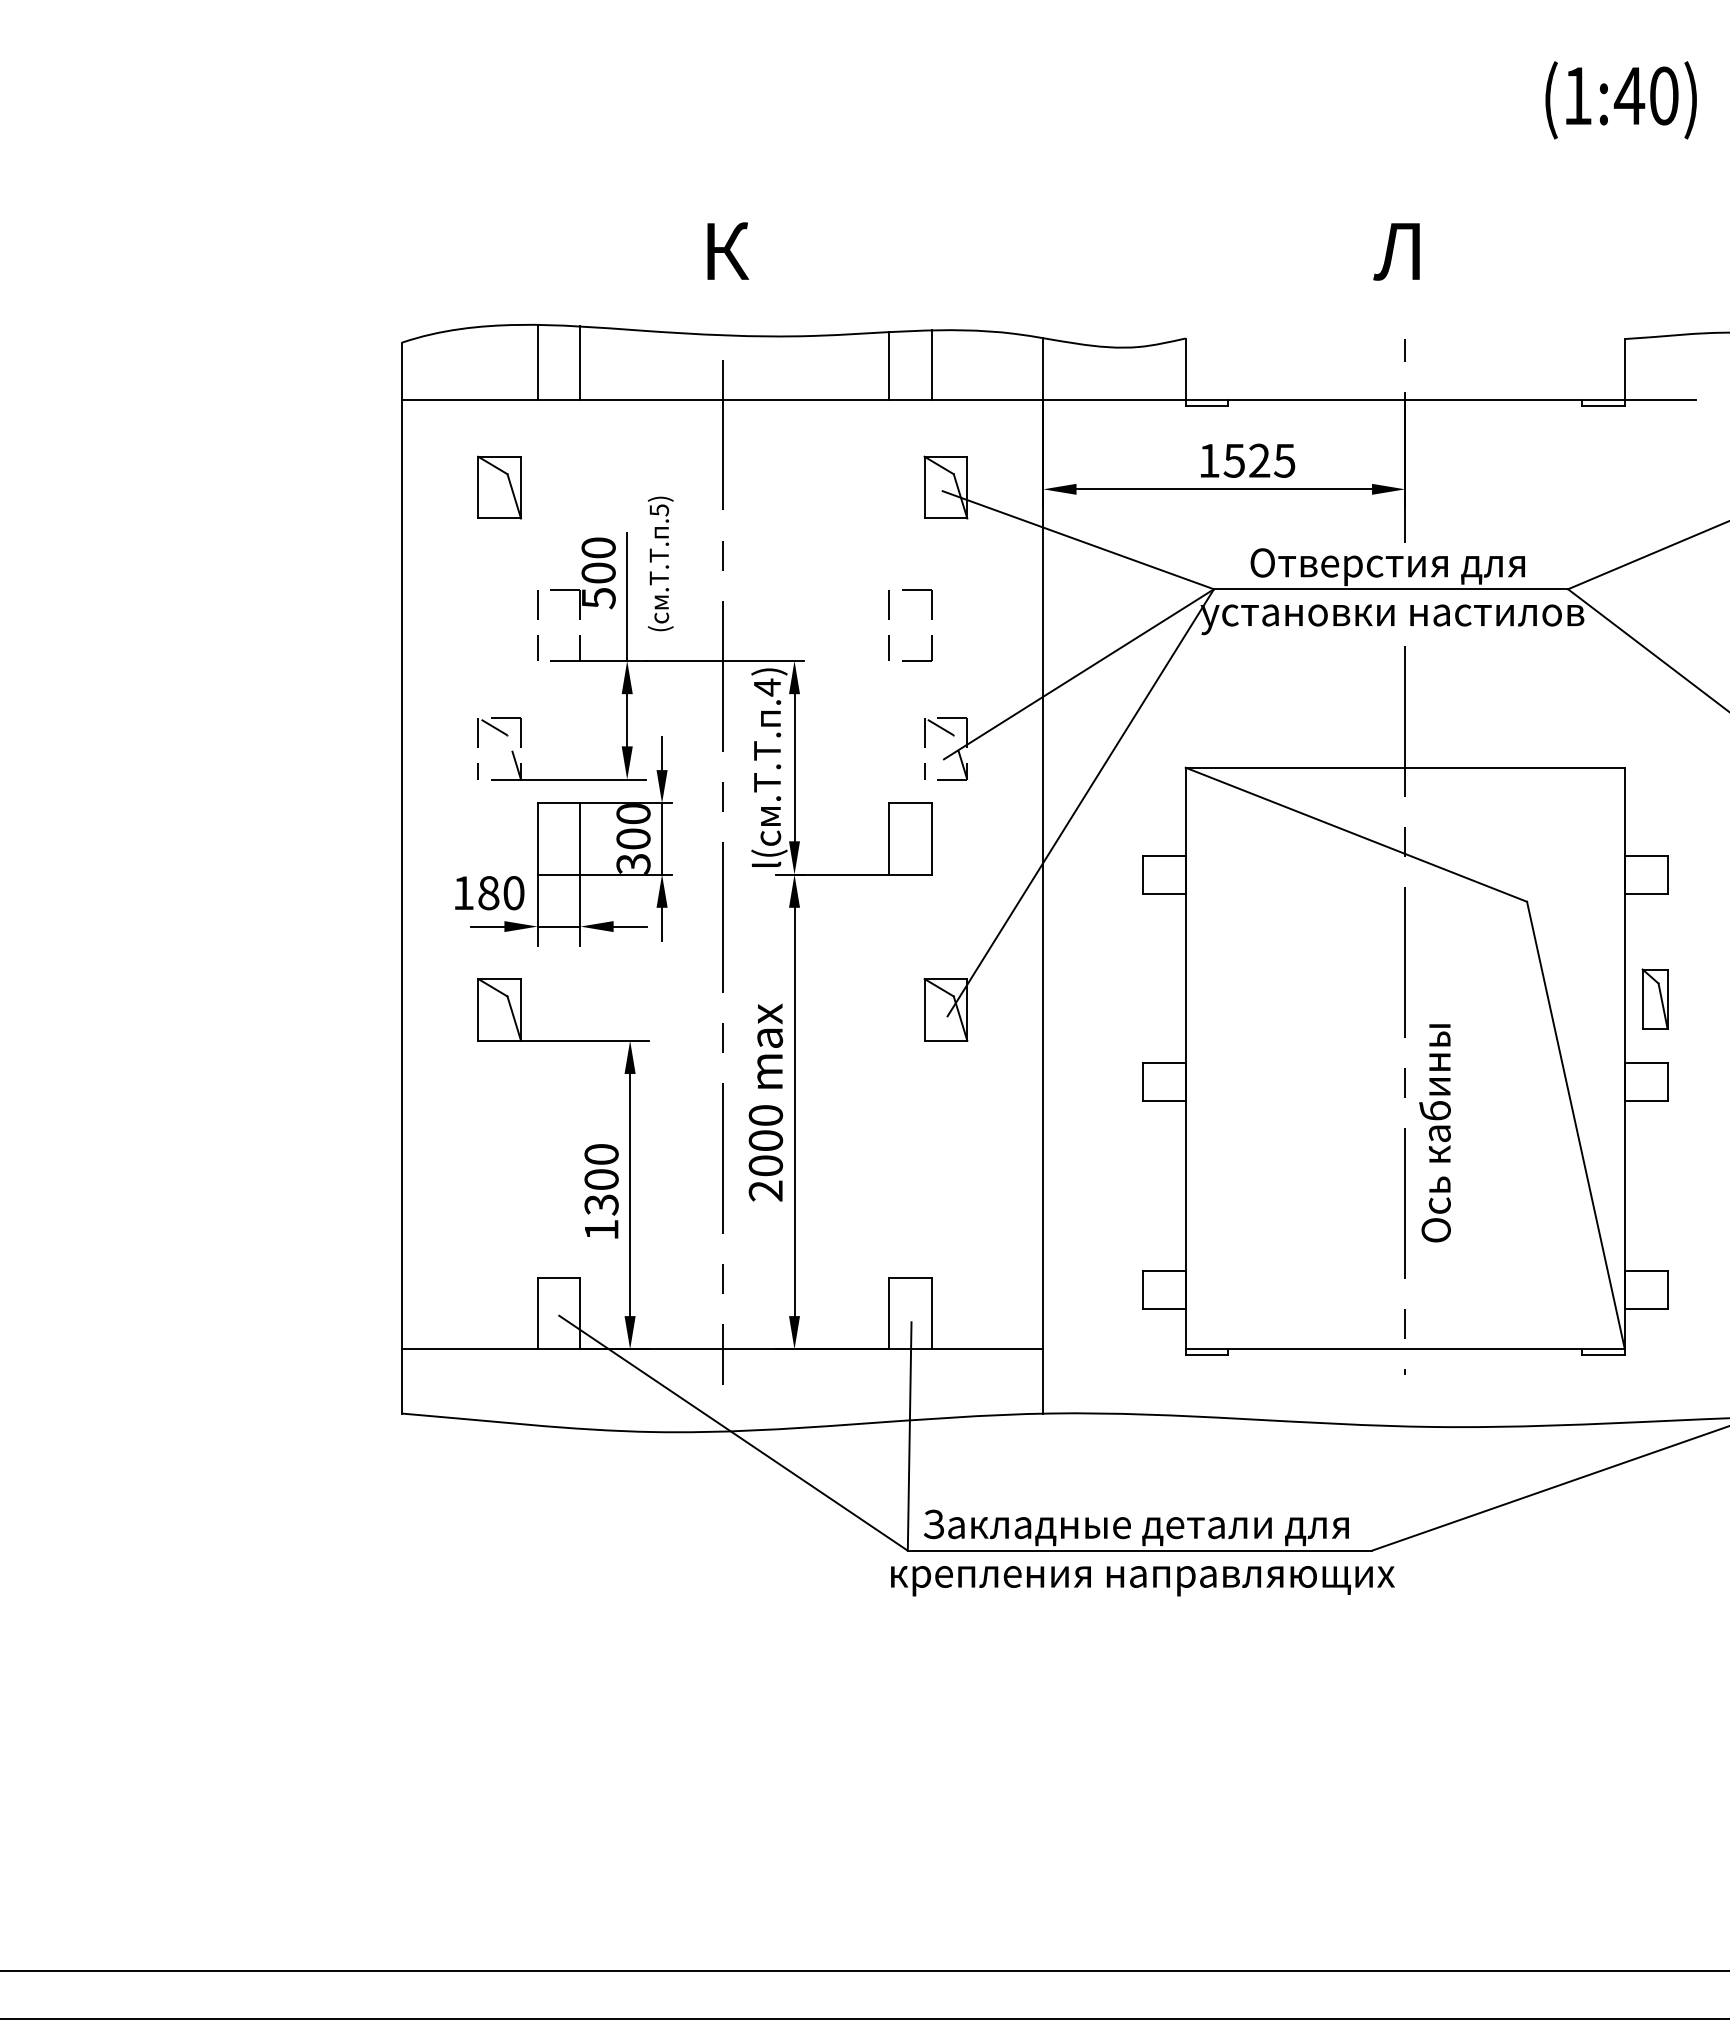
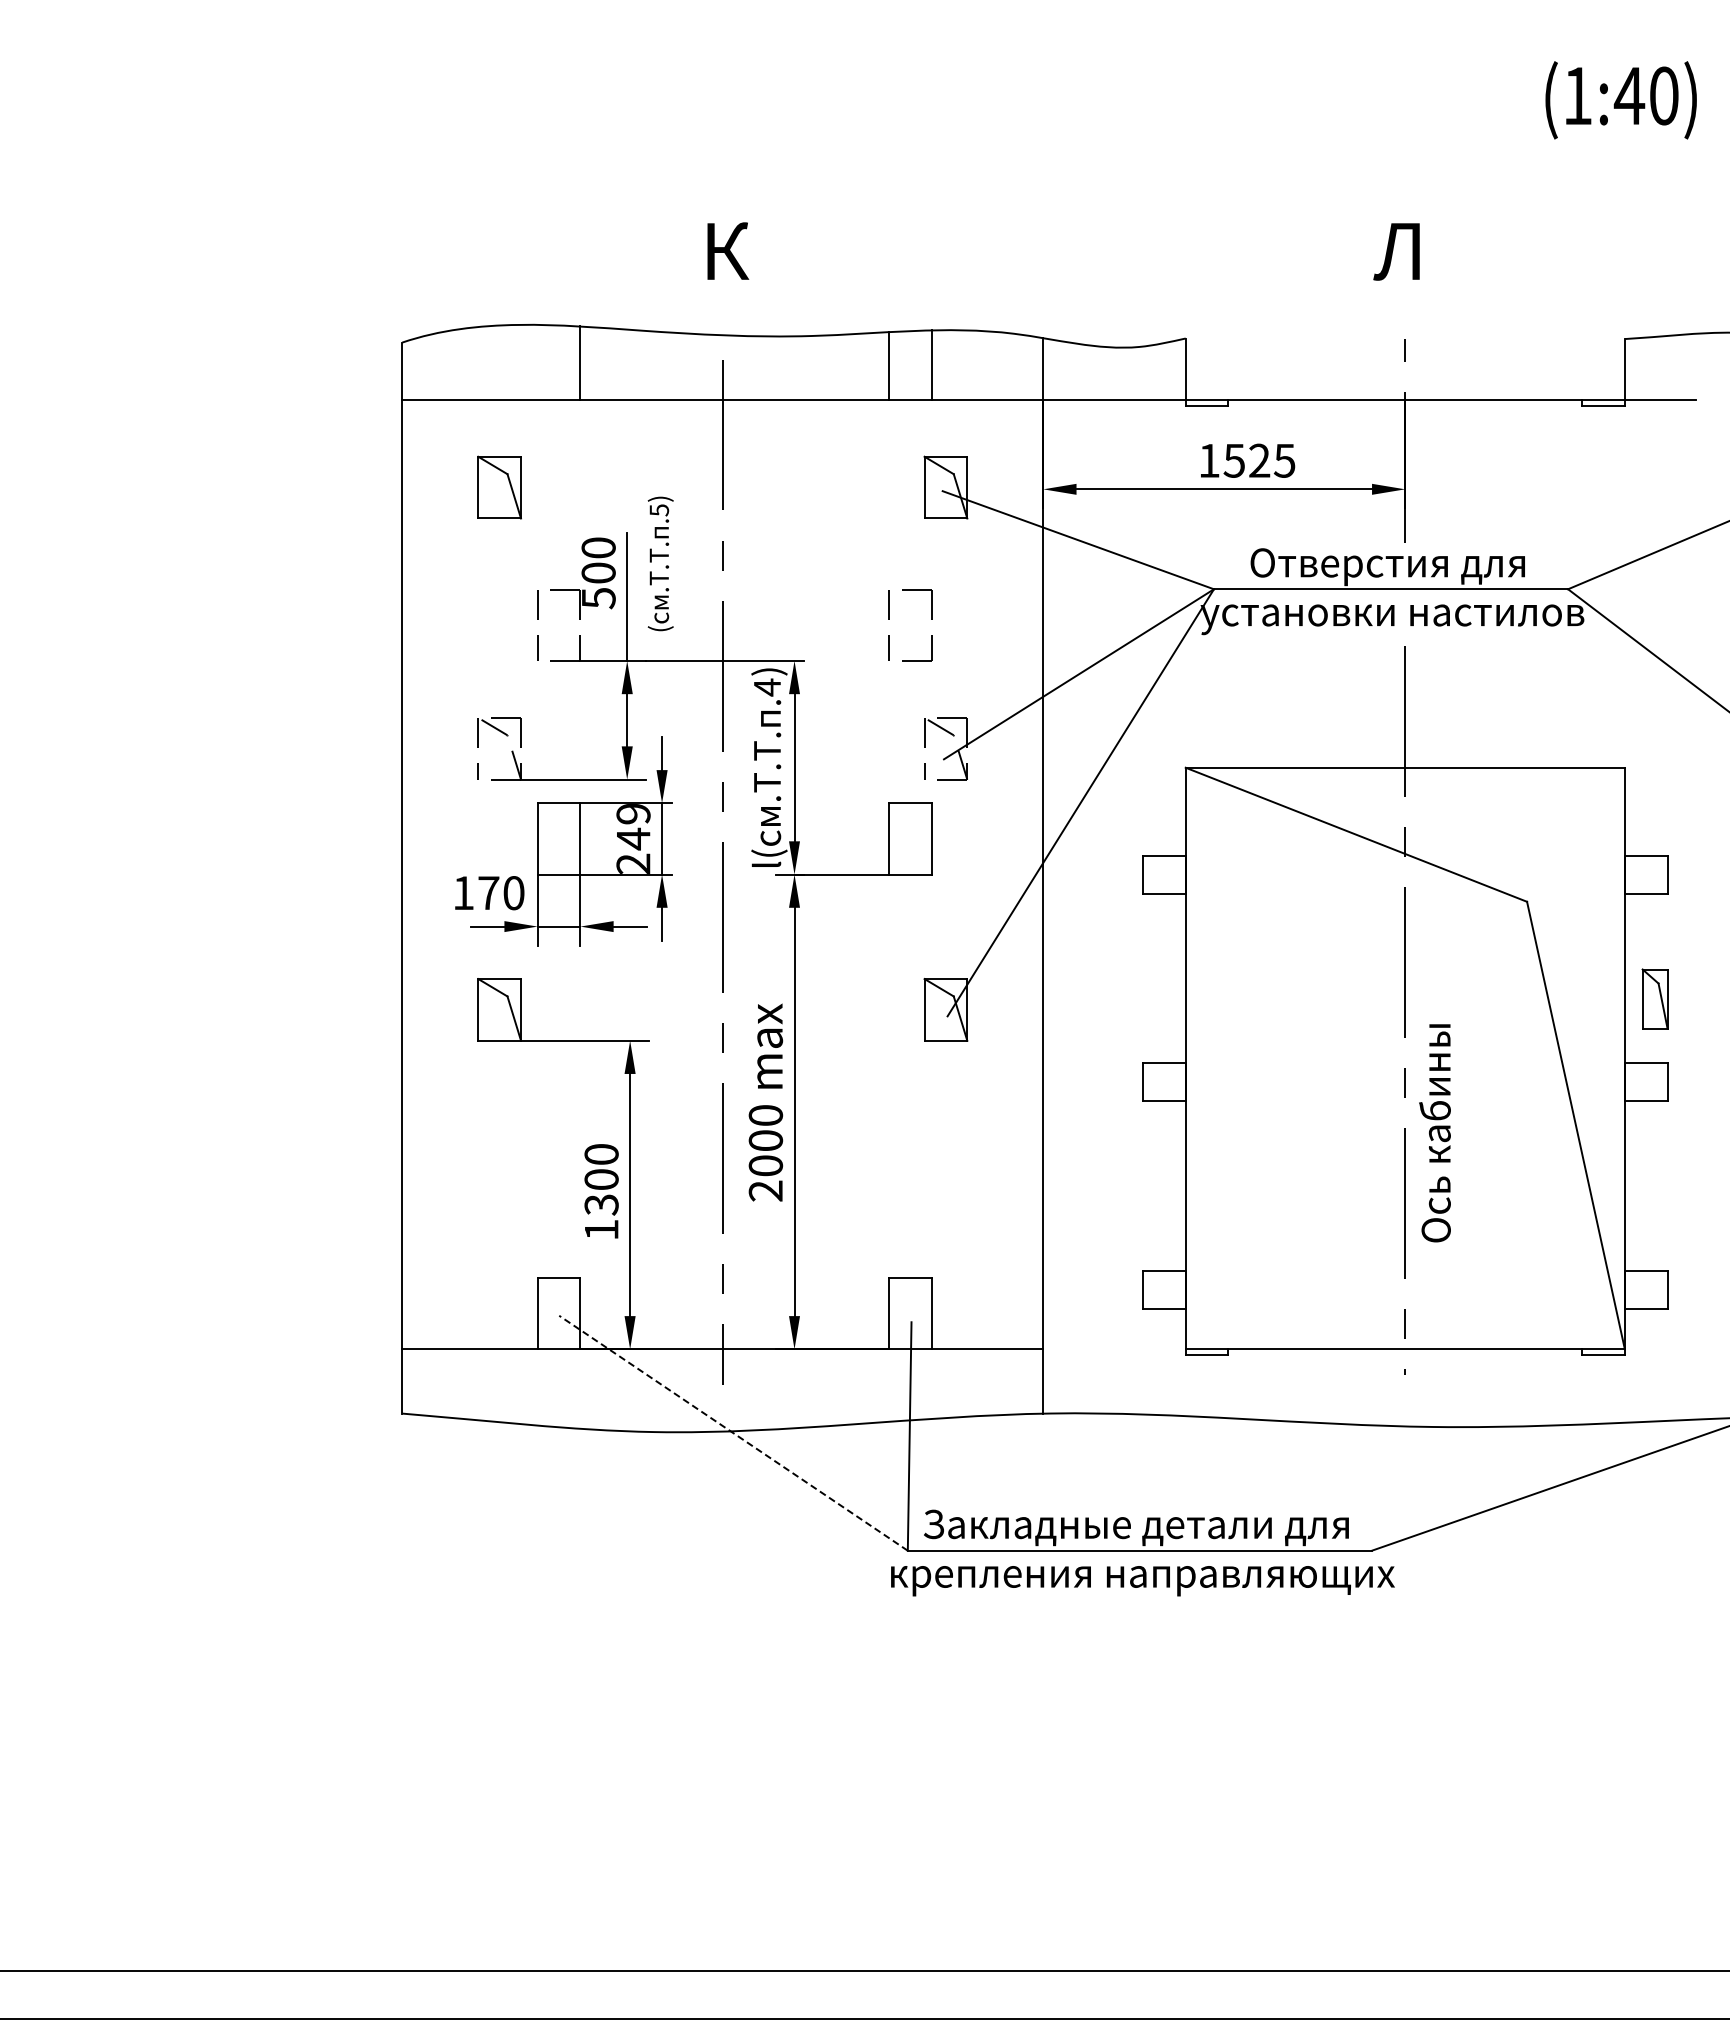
line at (537, 361): present -> none
text at (633, 838): 300 -> 249
text at (488, 893): 180 -> 170
line at (733, 1432): solid -> dashed
